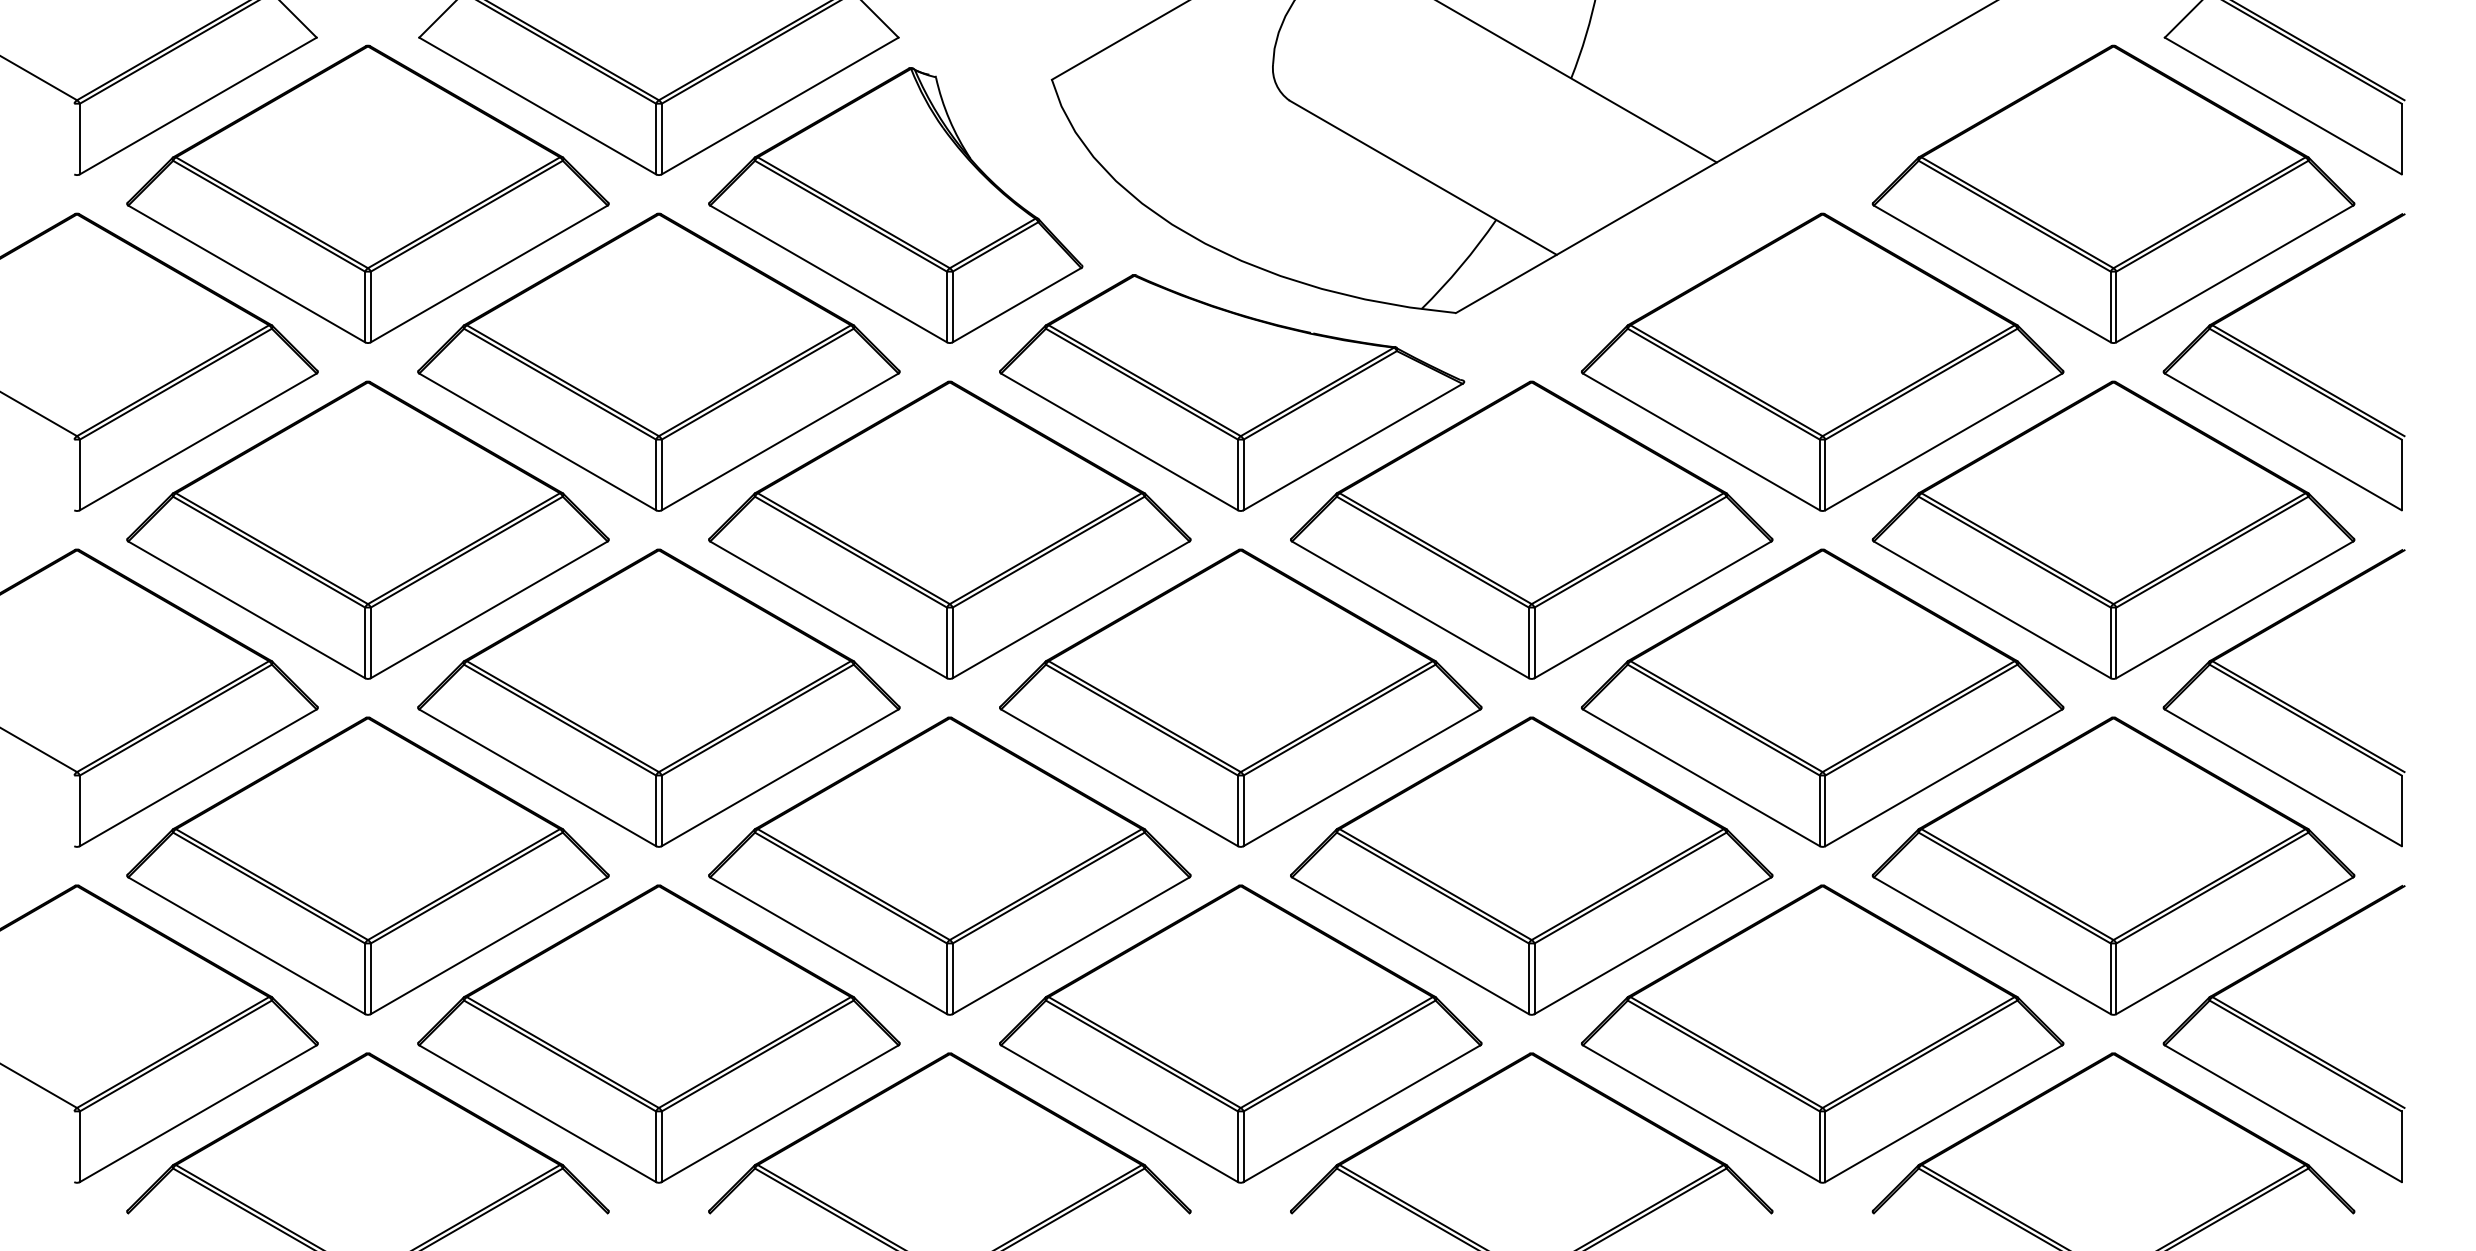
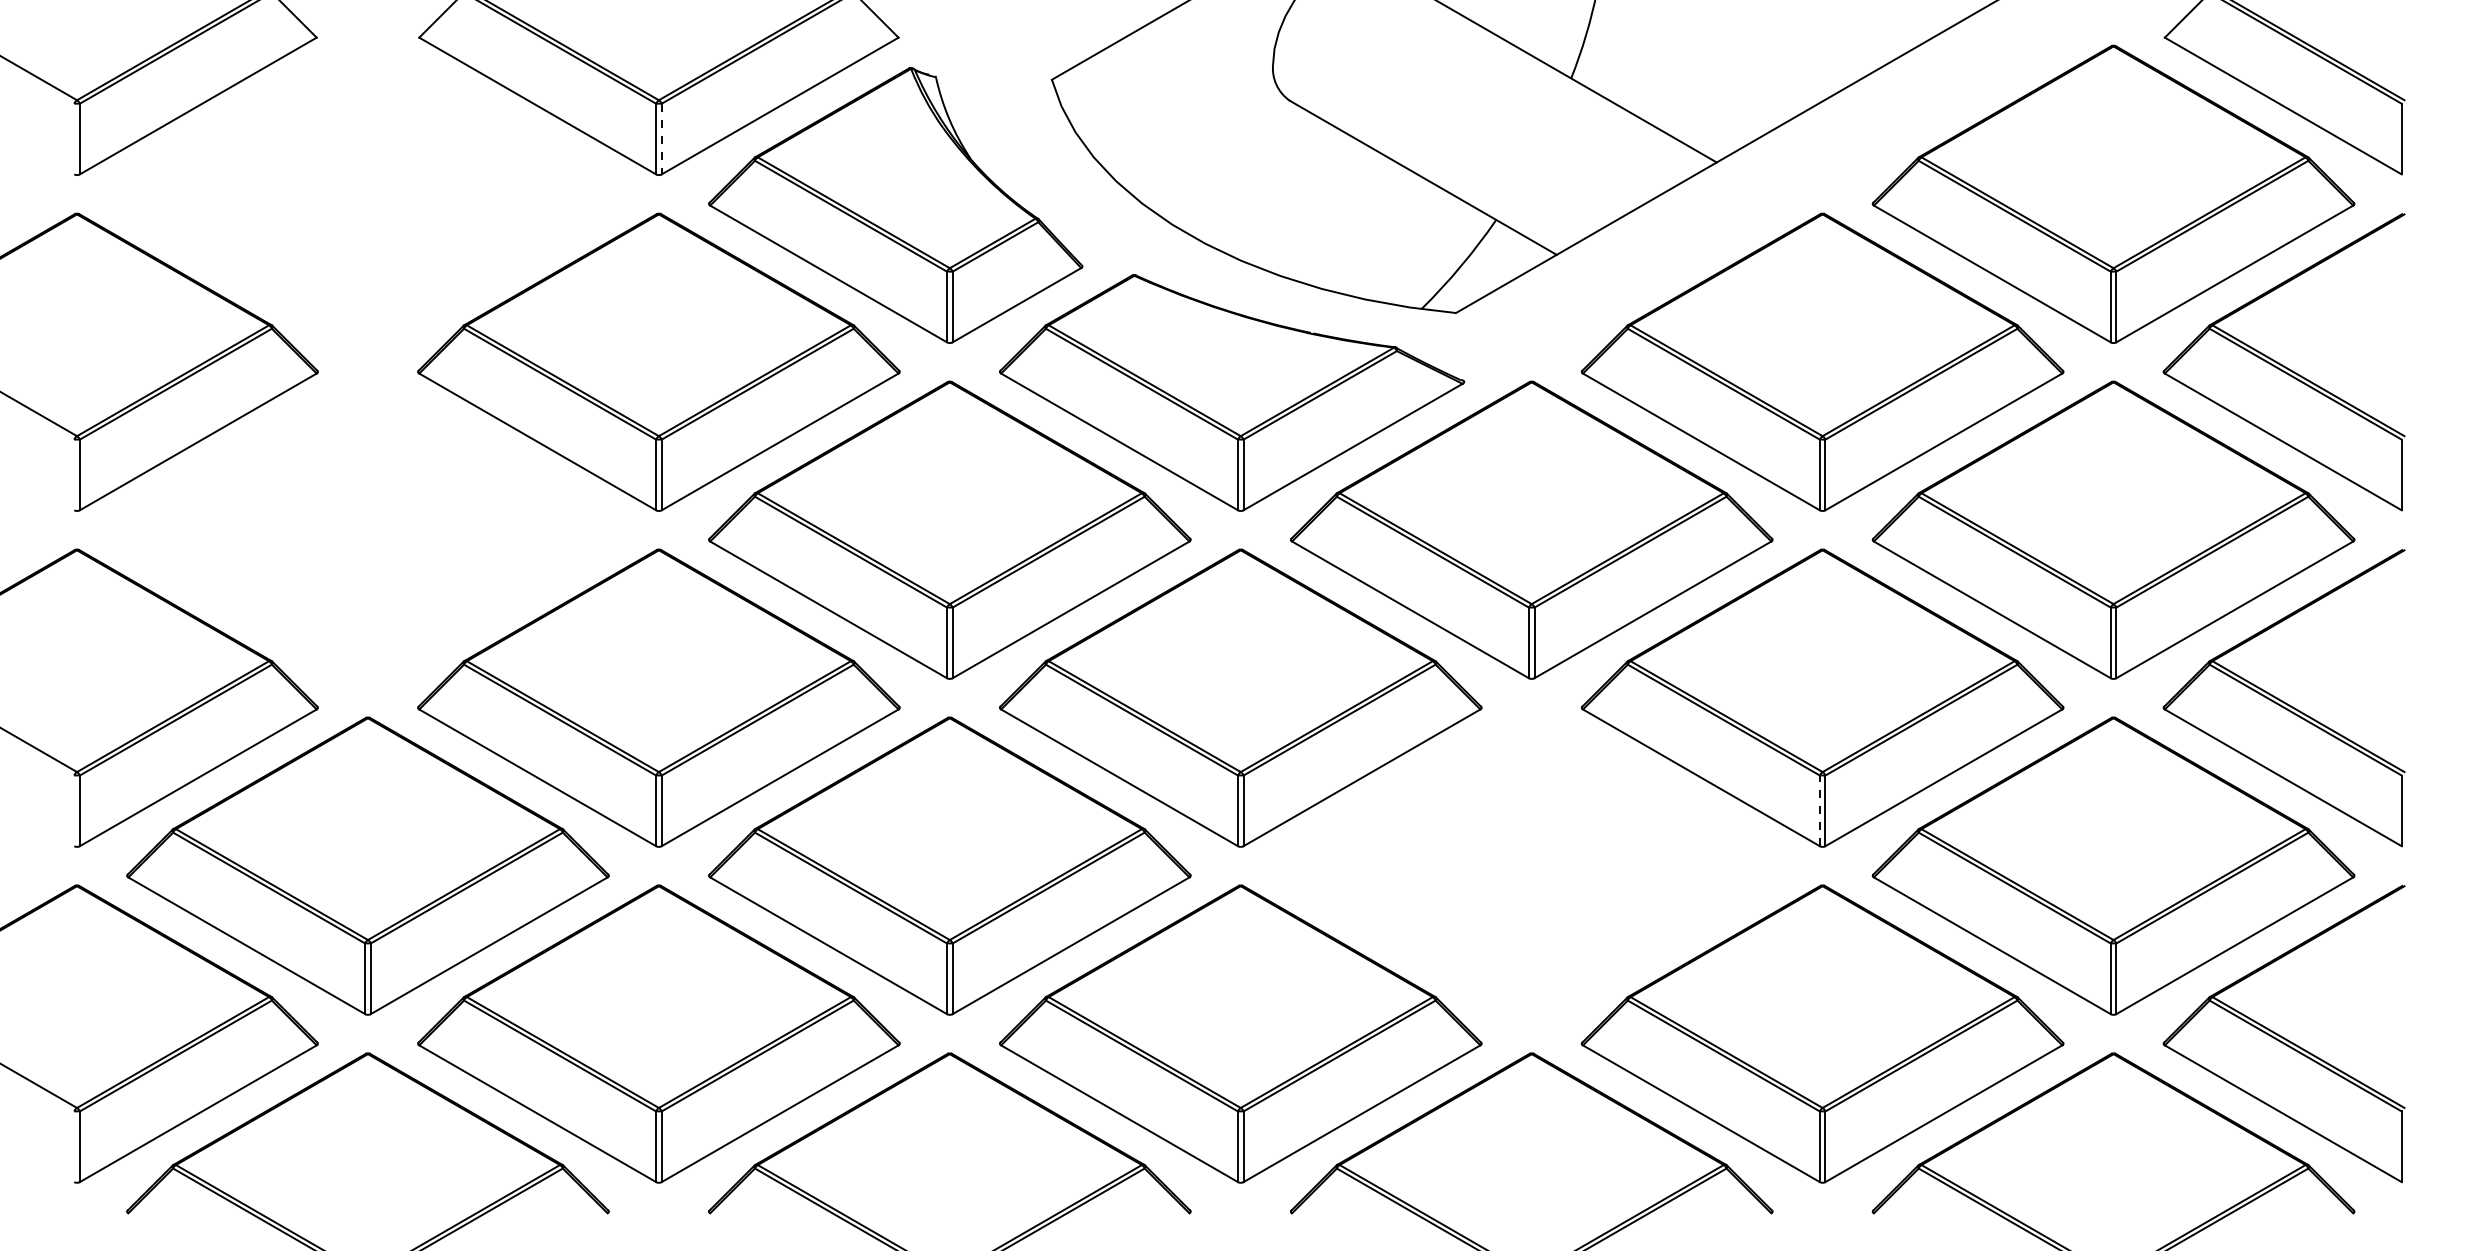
line at (661, 139): solid -> dashed
part at (367, 193): present -> none
part at (367, 529): present -> none
line at (1819, 810): solid -> dashed
part at (1531, 865): present -> none
